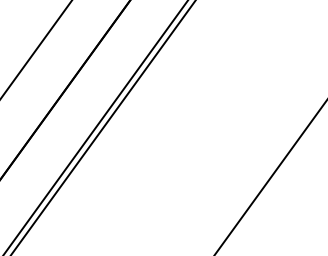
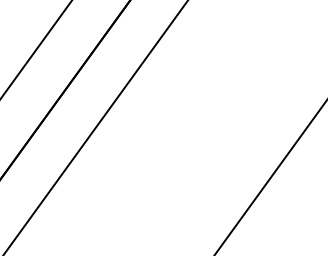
line at (103, 127): present -> none
